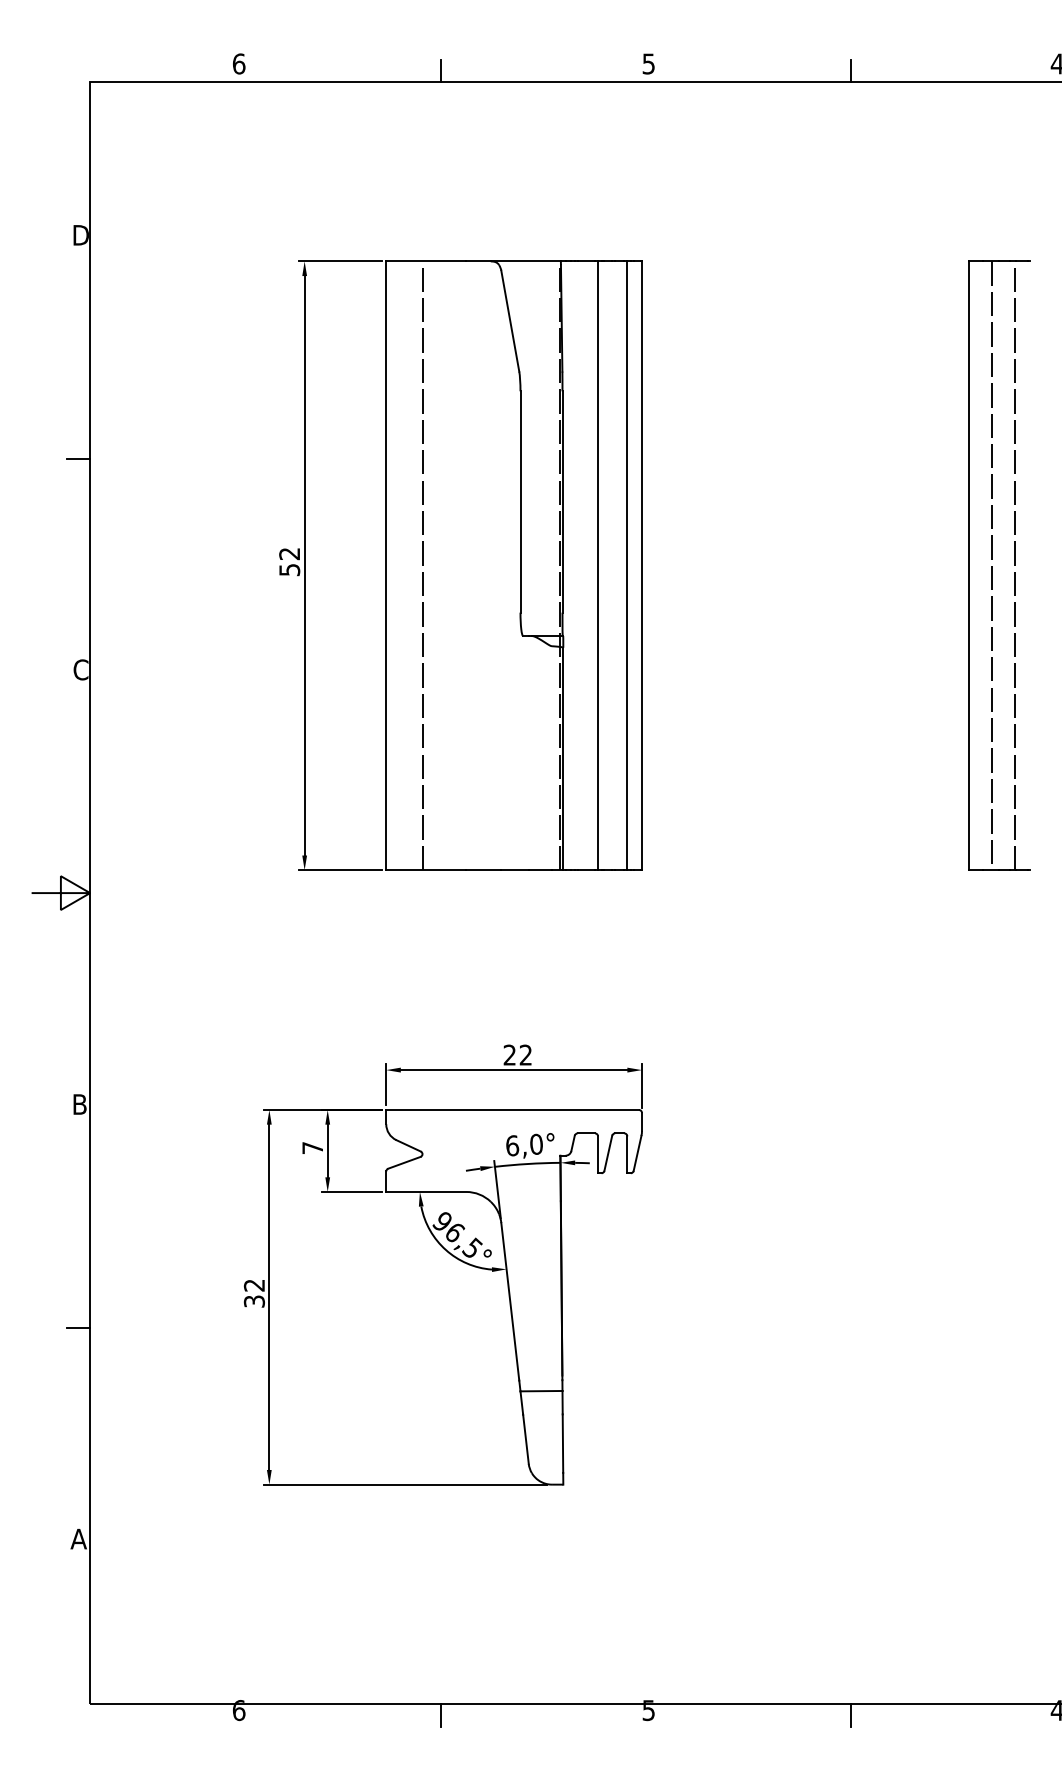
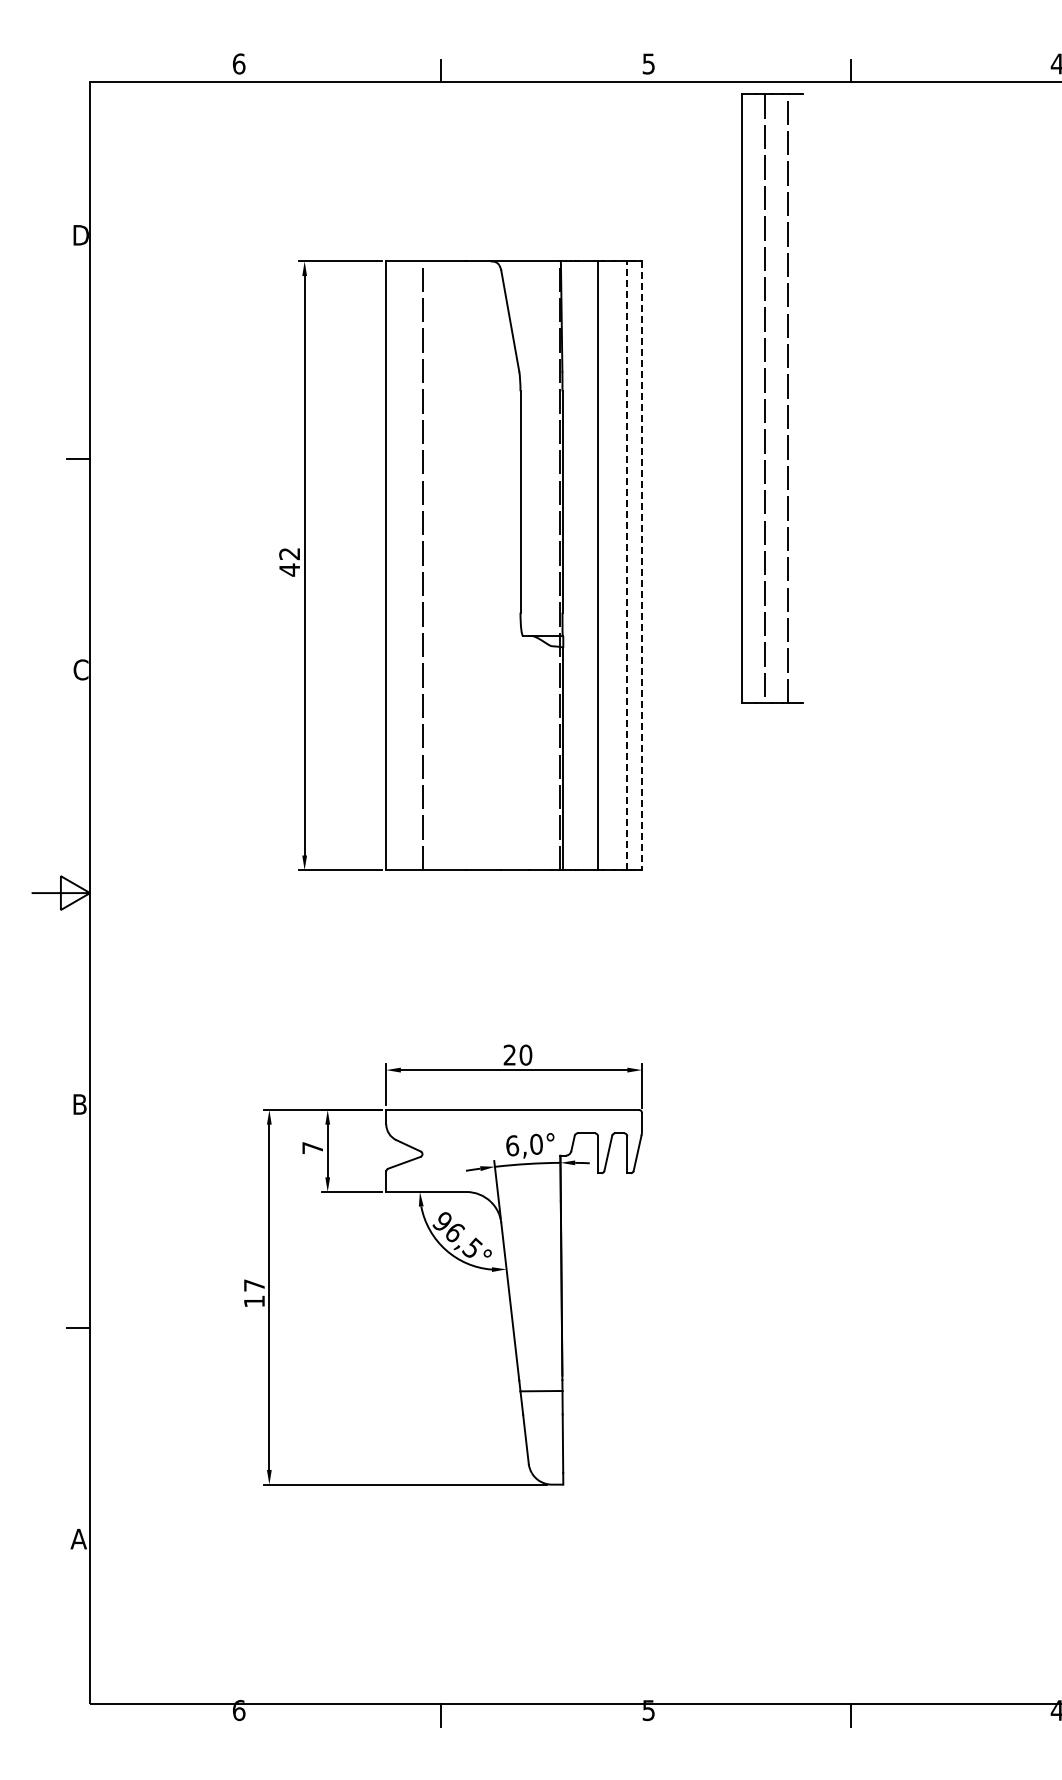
line at (627, 565): solid -> dashed
line at (641, 566): solid -> dashed
part at (992, 566) position: (992, 566) -> (765, 399)
text at (289, 569): 52 -> 42
text at (525, 1054): 22 -> 20
text at (253, 1293): 32 -> 17
